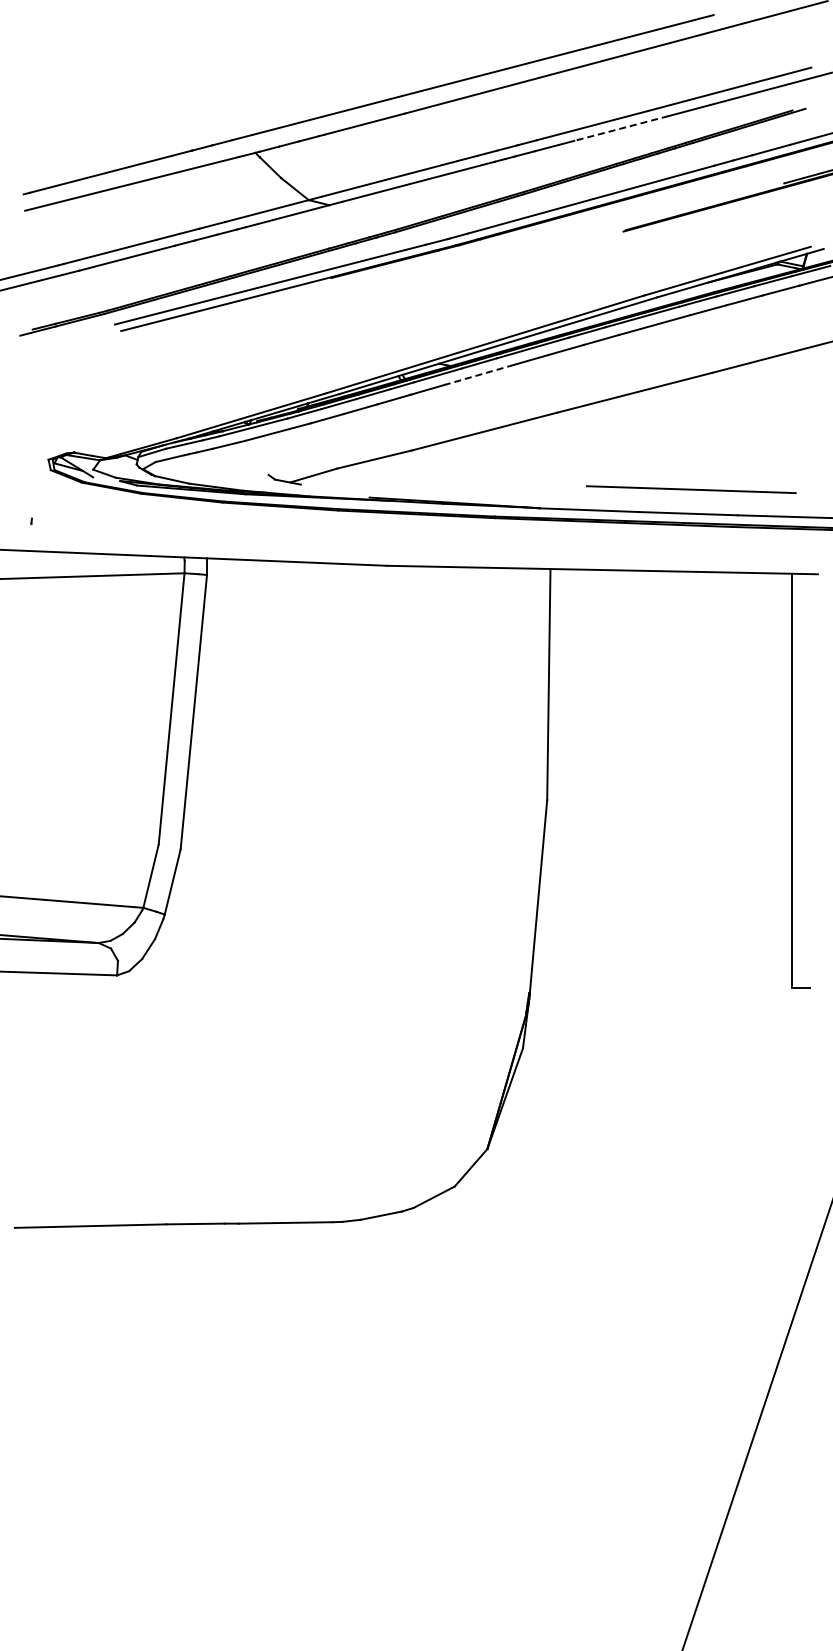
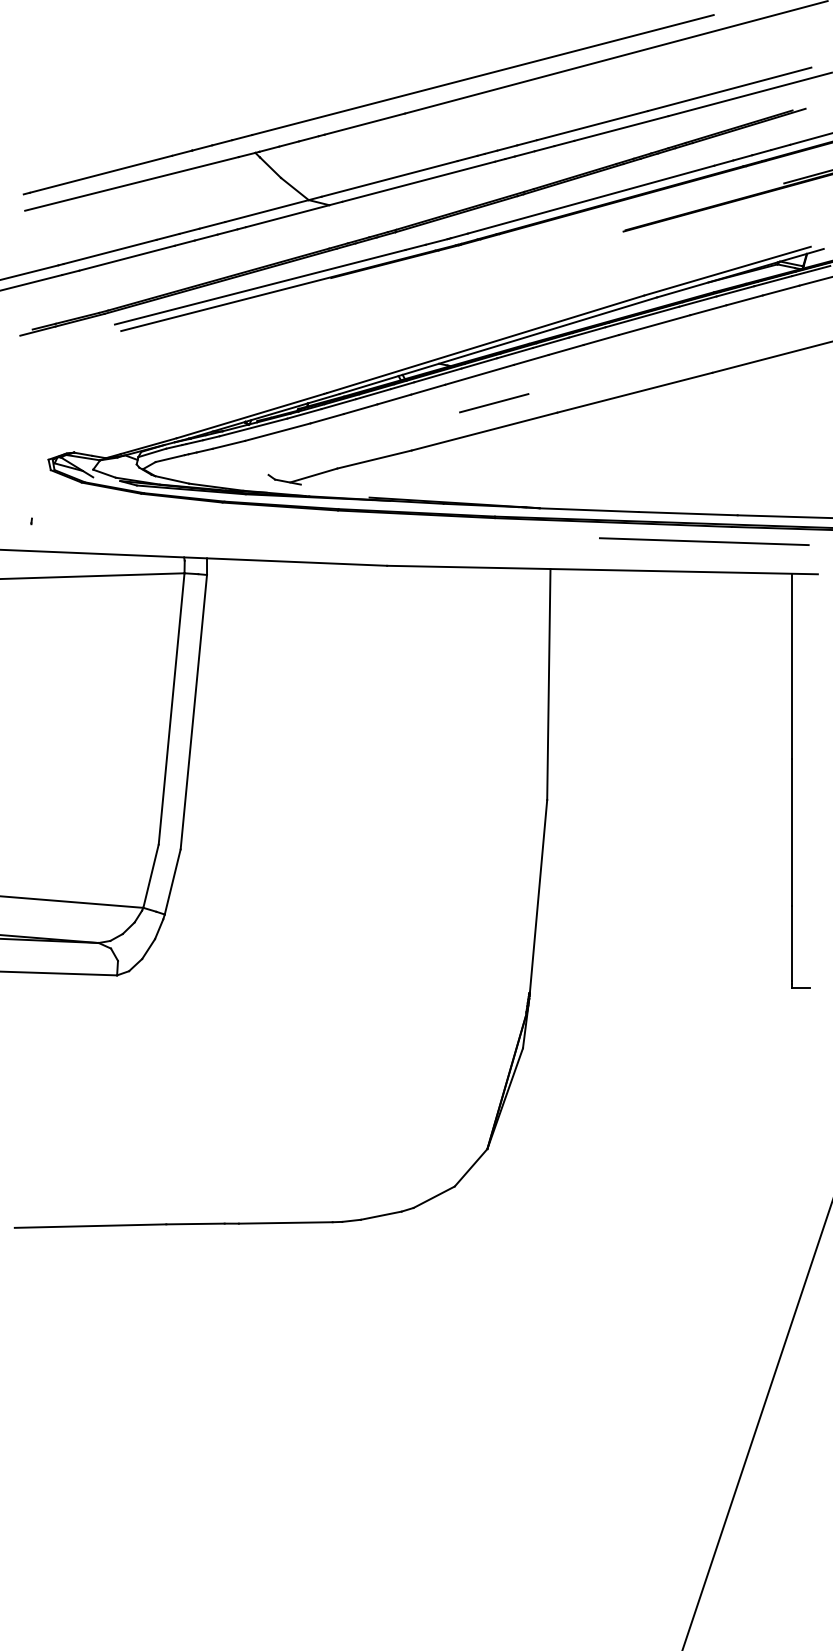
line at (621, 128): dashed -> solid
line at (479, 374): dashed -> solid
line at (494, 403): none -> present
line at (691, 489) position: (691, 489) -> (704, 541)
